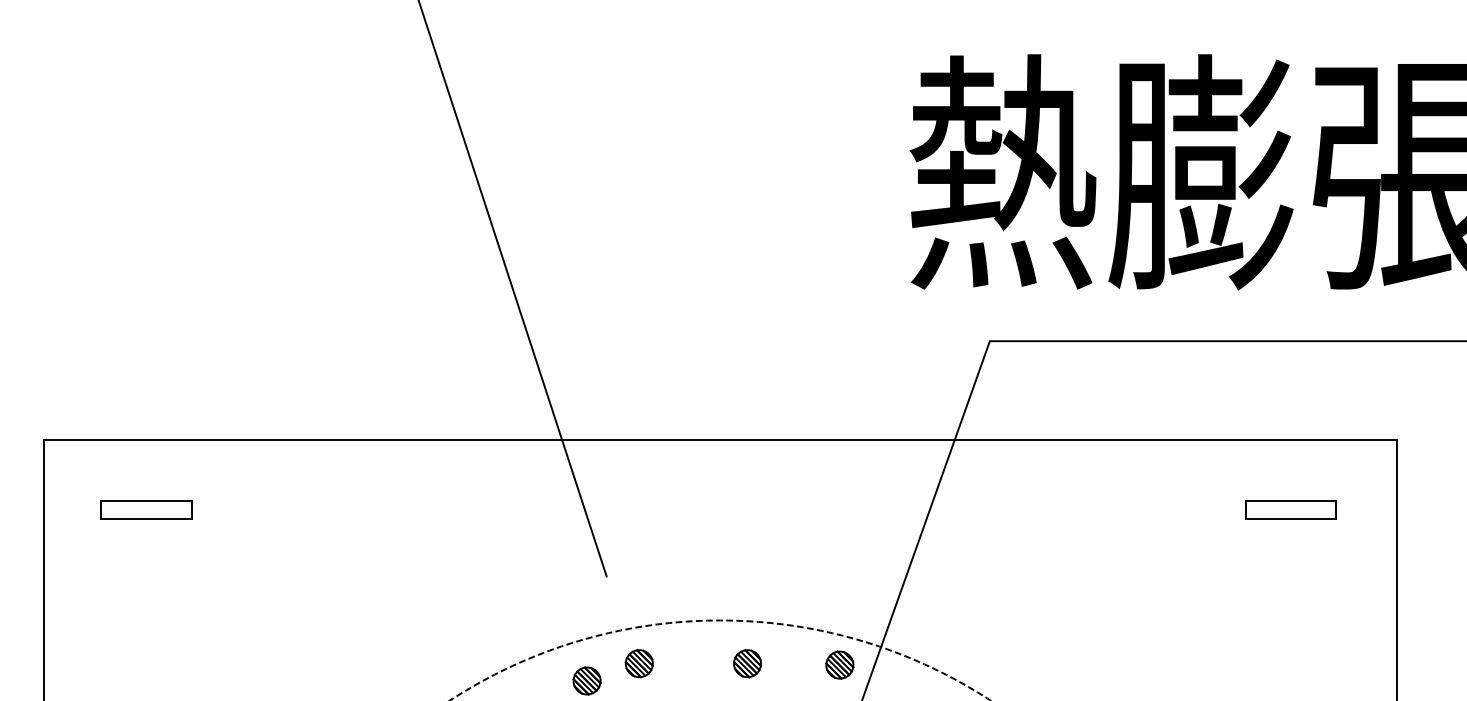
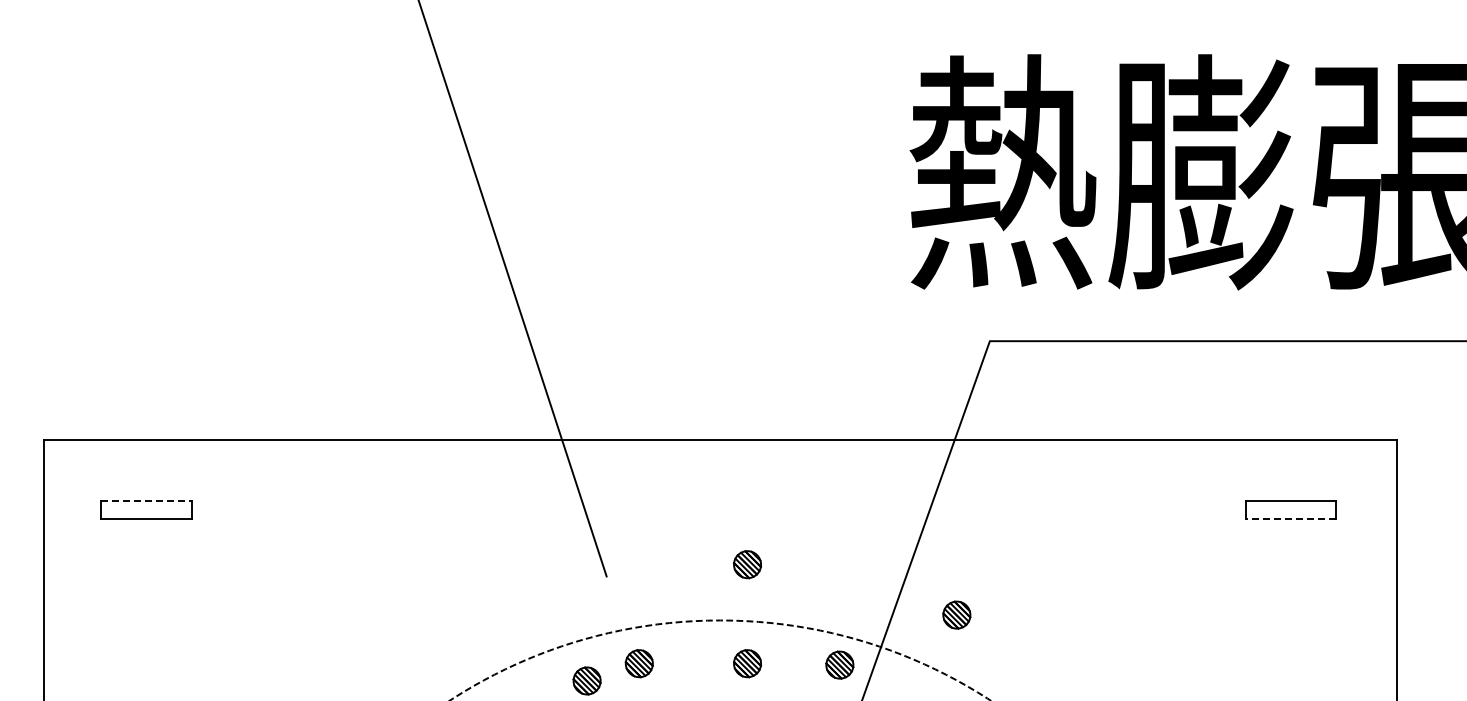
line at (146, 501): solid -> dashed
line at (1290, 519): solid -> dashed
part at (747, 564): none -> present
part at (956, 614): none -> present
